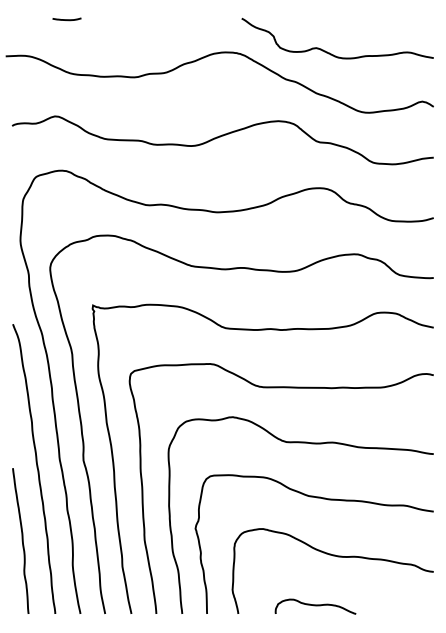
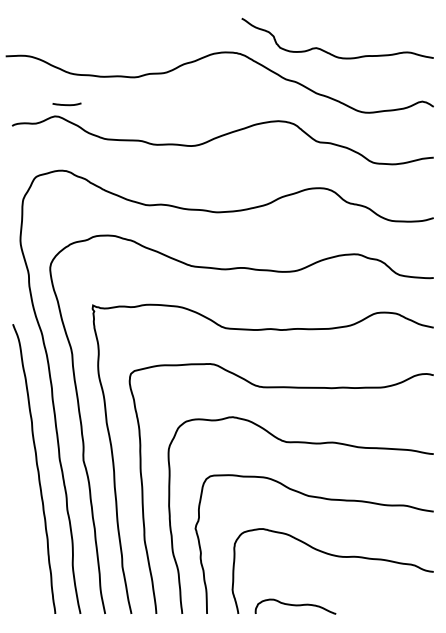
curve at (66, 19) position: (66, 19) -> (66, 104)
curve at (21, 540): present -> none
curve at (315, 606) position: (315, 606) -> (295, 606)
